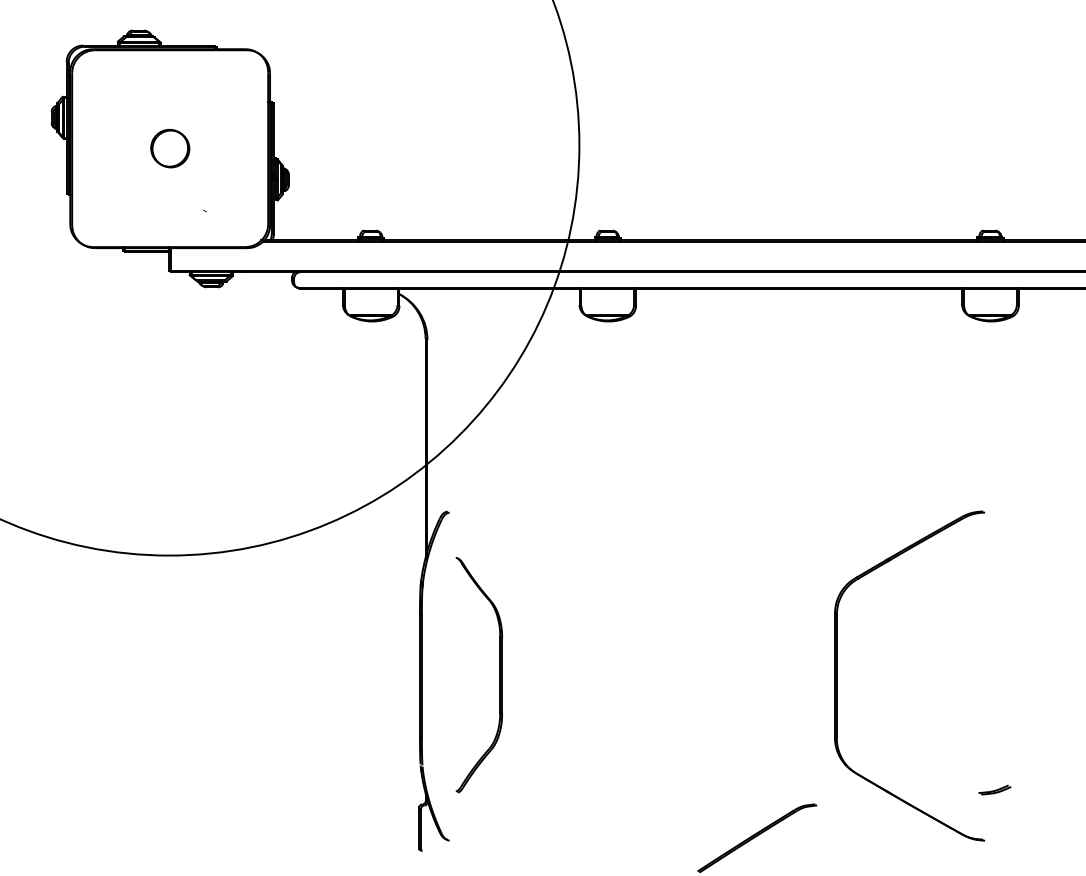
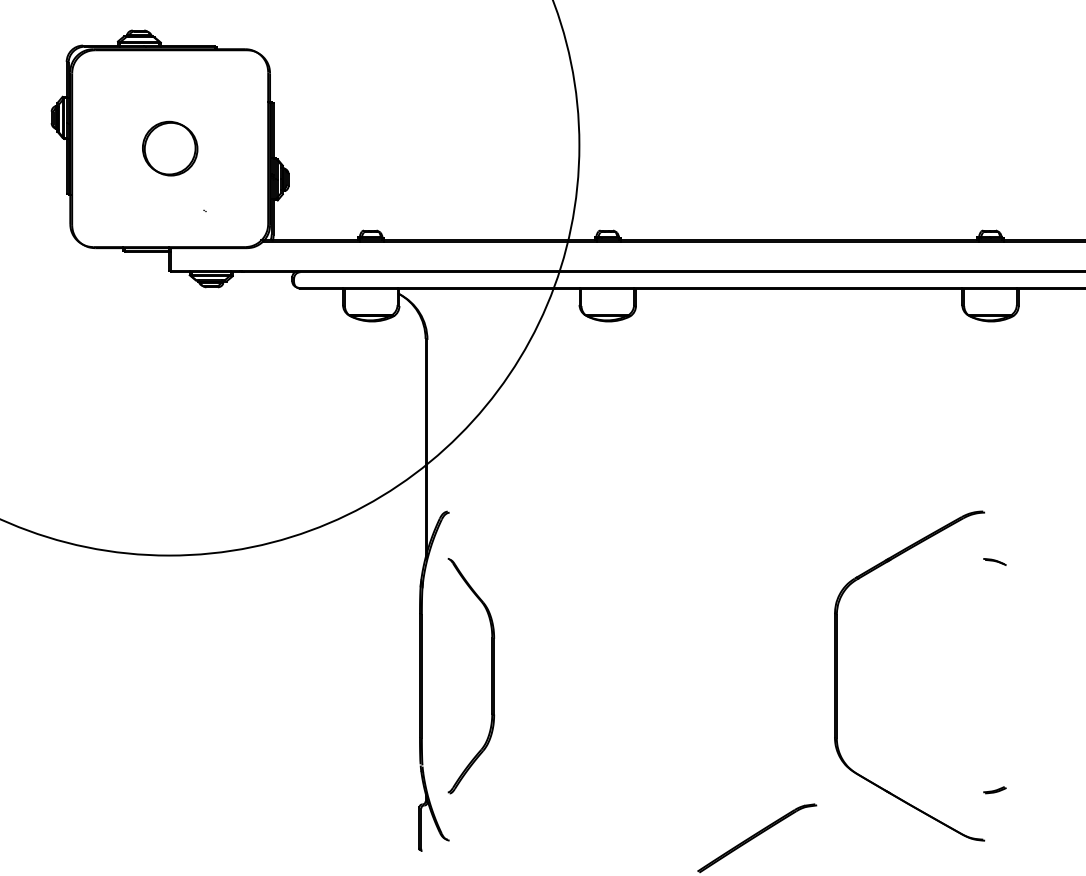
part at (170, 148) size: 41x41 px -> 57x57 px
line at (994, 561): none -> present
part at (499, 675) position: (499, 675) -> (491, 676)
part at (994, 789) size: 34x12 px -> 24x9 px
